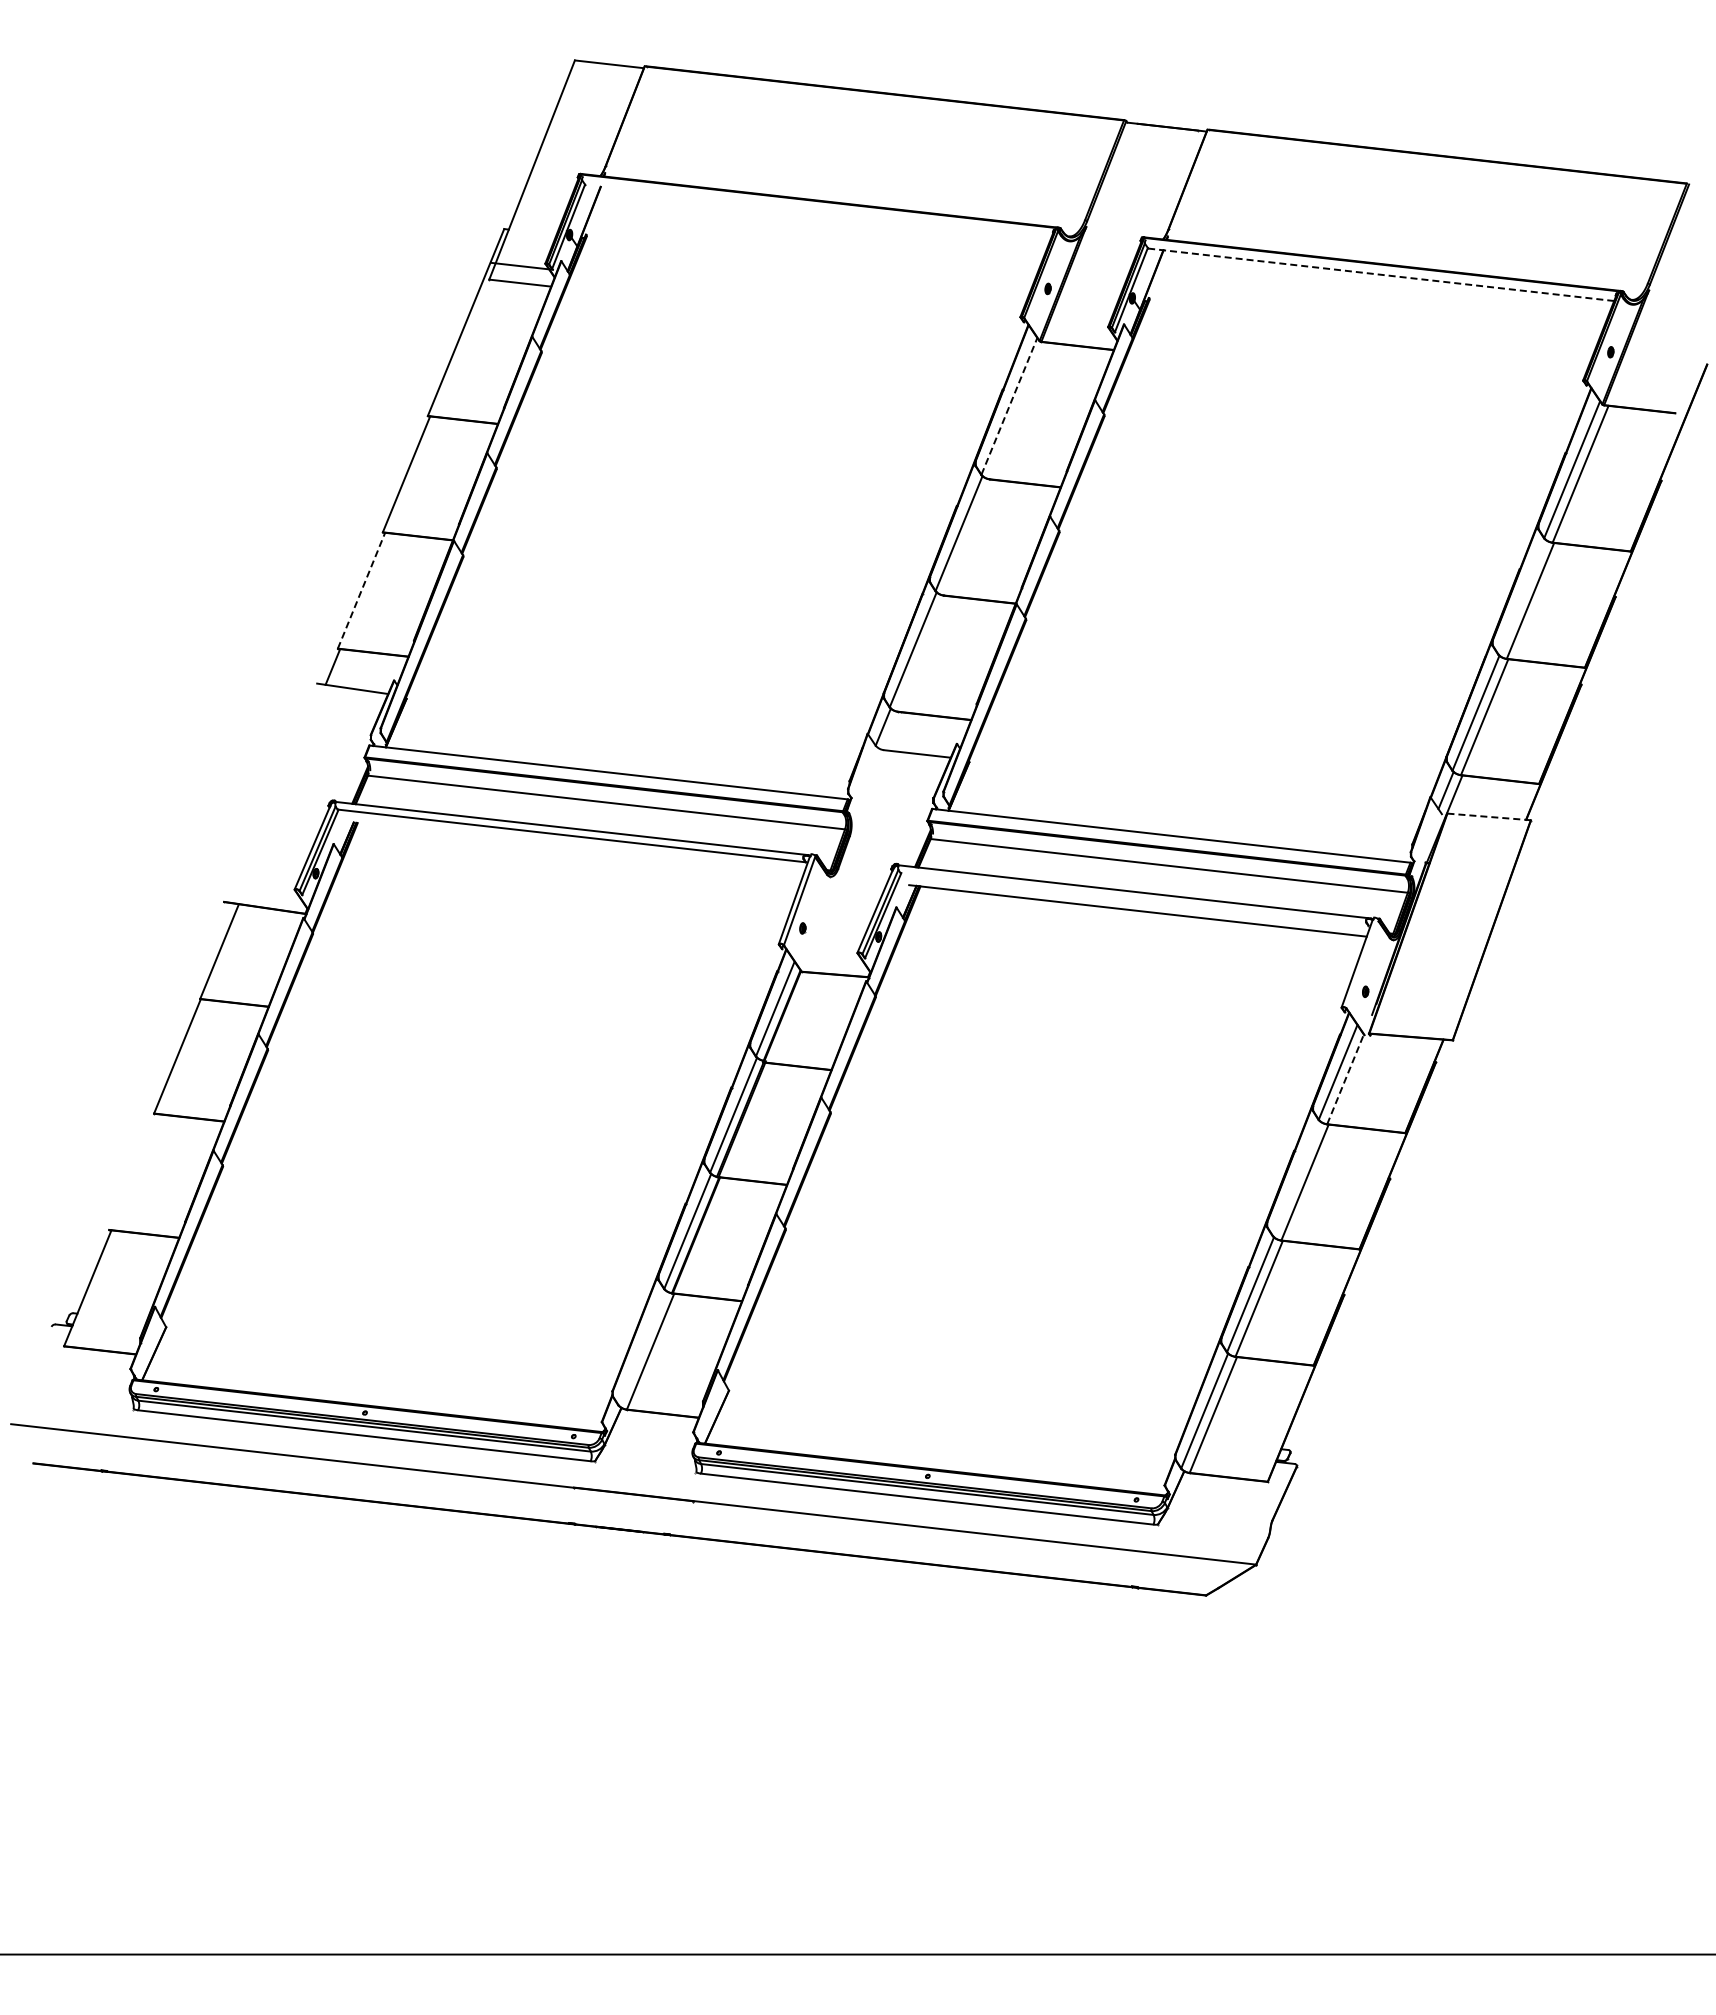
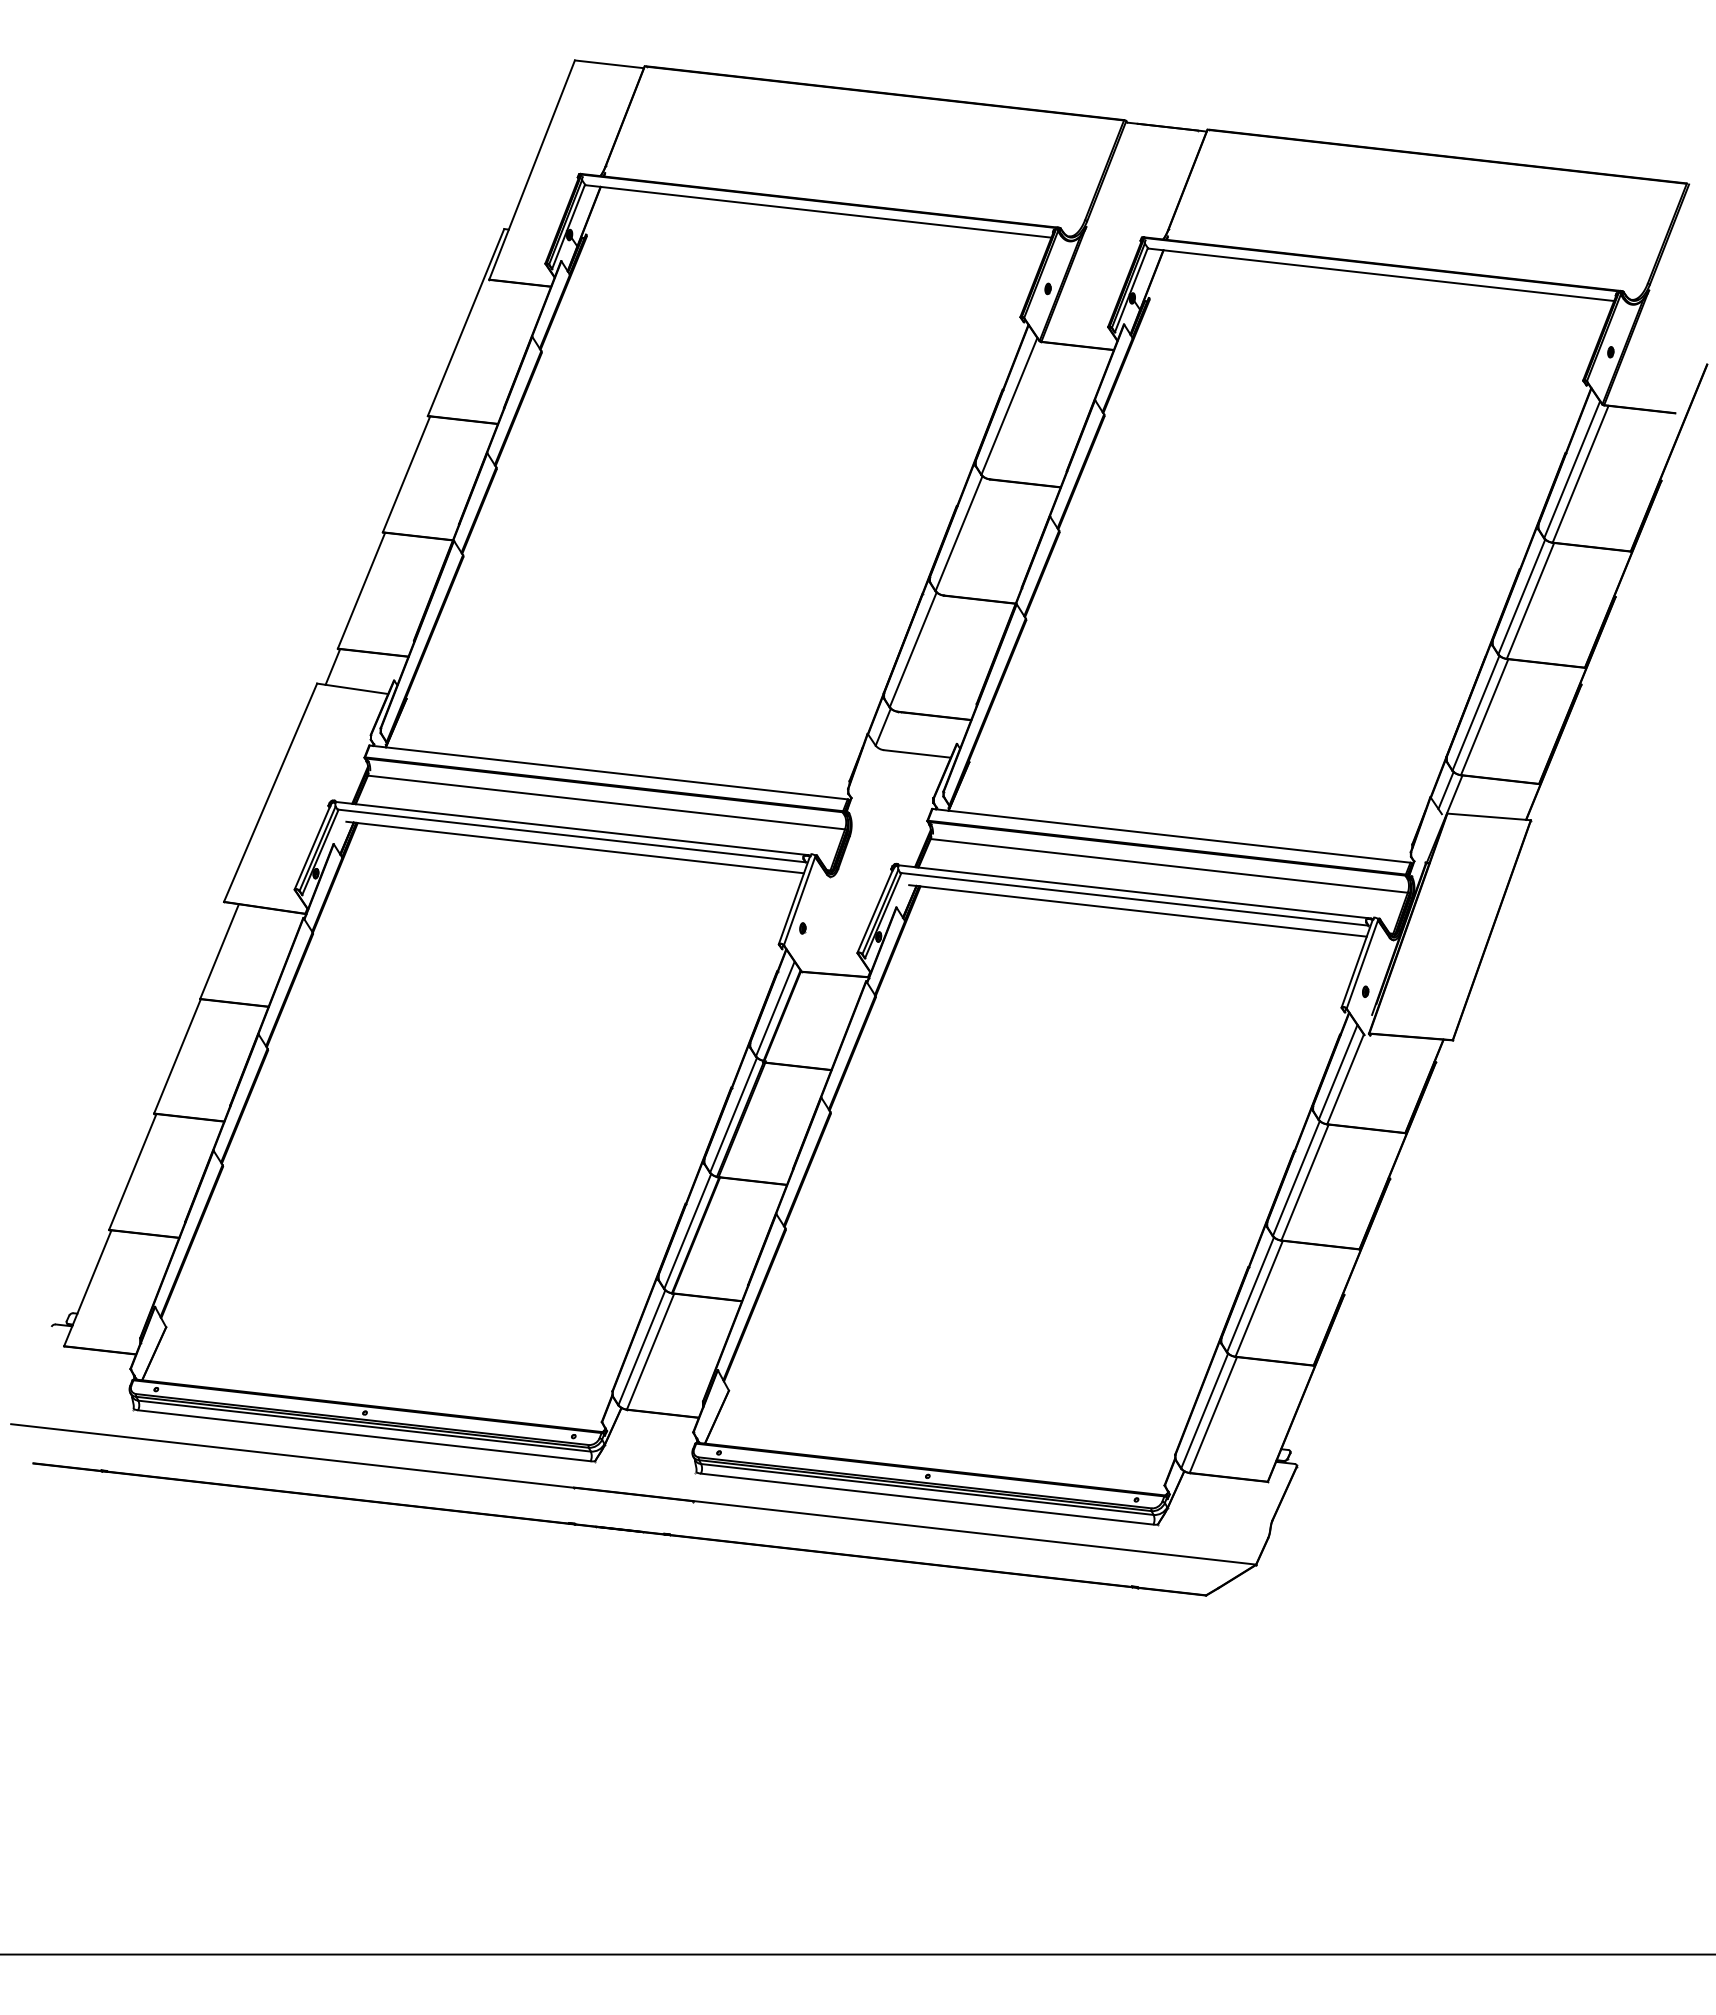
line at (818, 211): none -> present
line at (522, 265) position: (522, 265) -> (520, 282)
line at (1380, 274): dashed -> solid
line at (1009, 406): dashed -> solid
line at (361, 590): dashed -> solid
line at (1521, 596): none -> present
line at (270, 792): none -> present
line at (1489, 816): dashed -> solid
line at (574, 847): none -> present
line at (1134, 898): none -> present
line at (1362, 963): none -> present
line at (1345, 1078): dashed -> solid
line at (132, 1171): none -> present
line at (1295, 1178): none -> present
line at (641, 1347): none -> present
